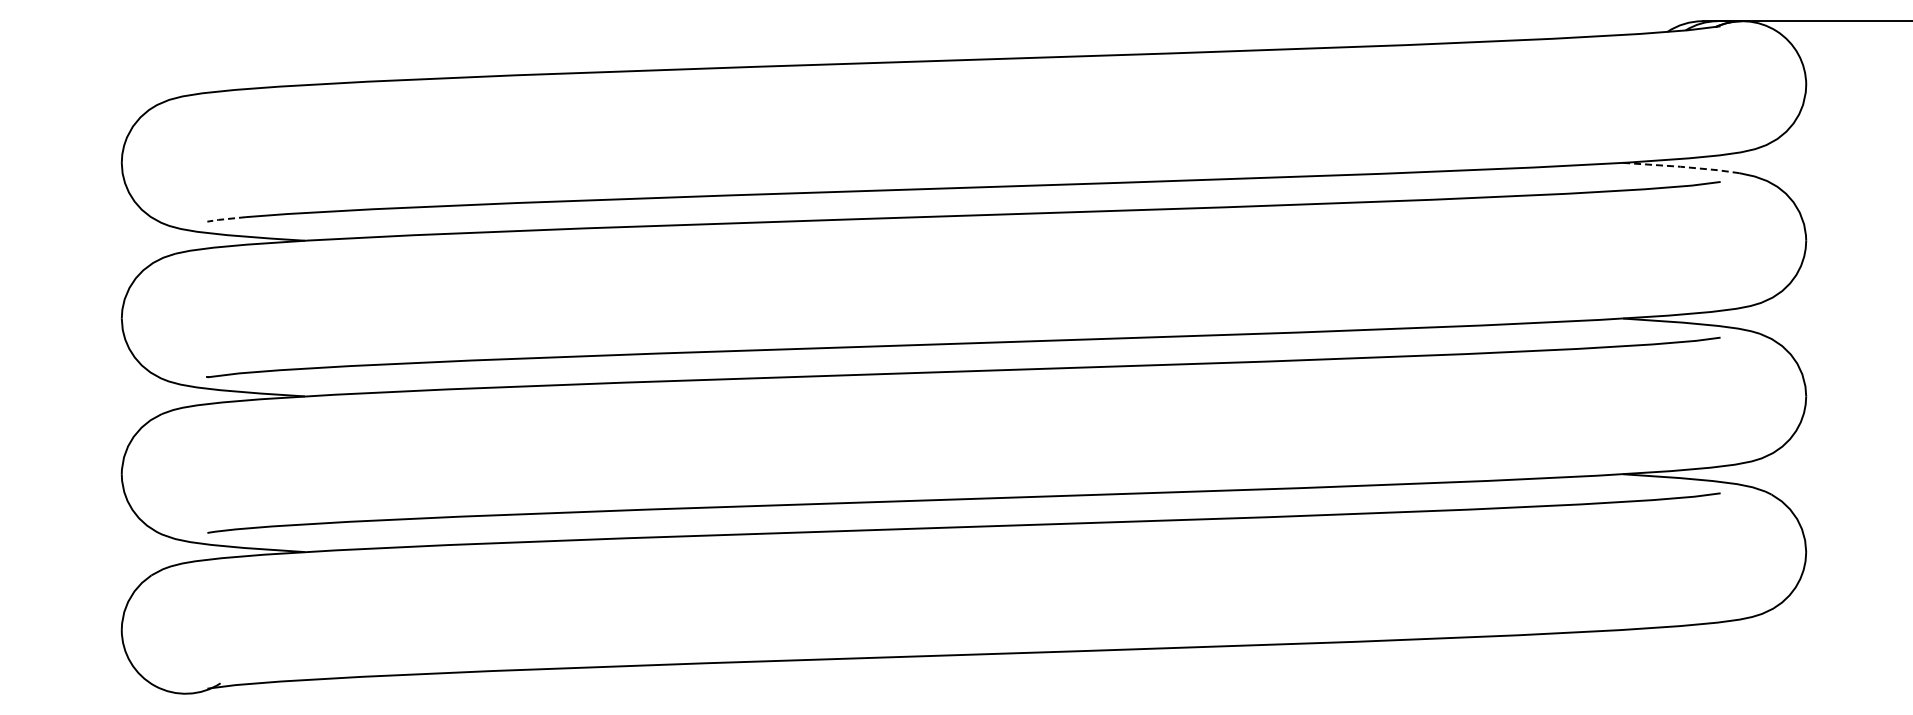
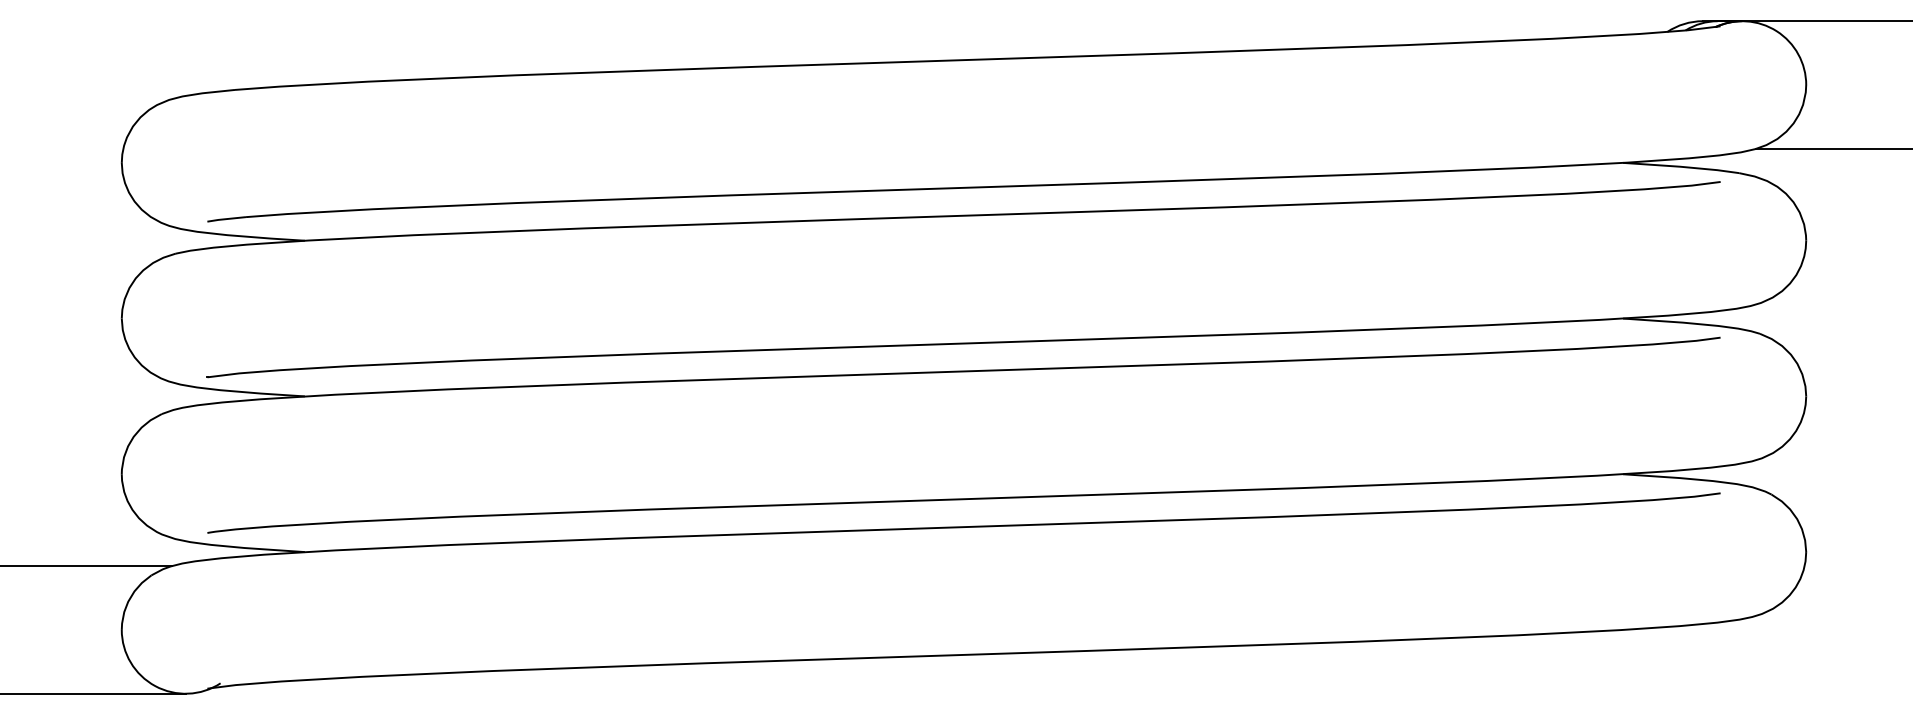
line at (1832, 148): none -> present
line at (1681, 166): dashed -> solid
line at (225, 219): dashed -> solid
line at (86, 566): none -> present
line at (93, 693): none -> present
